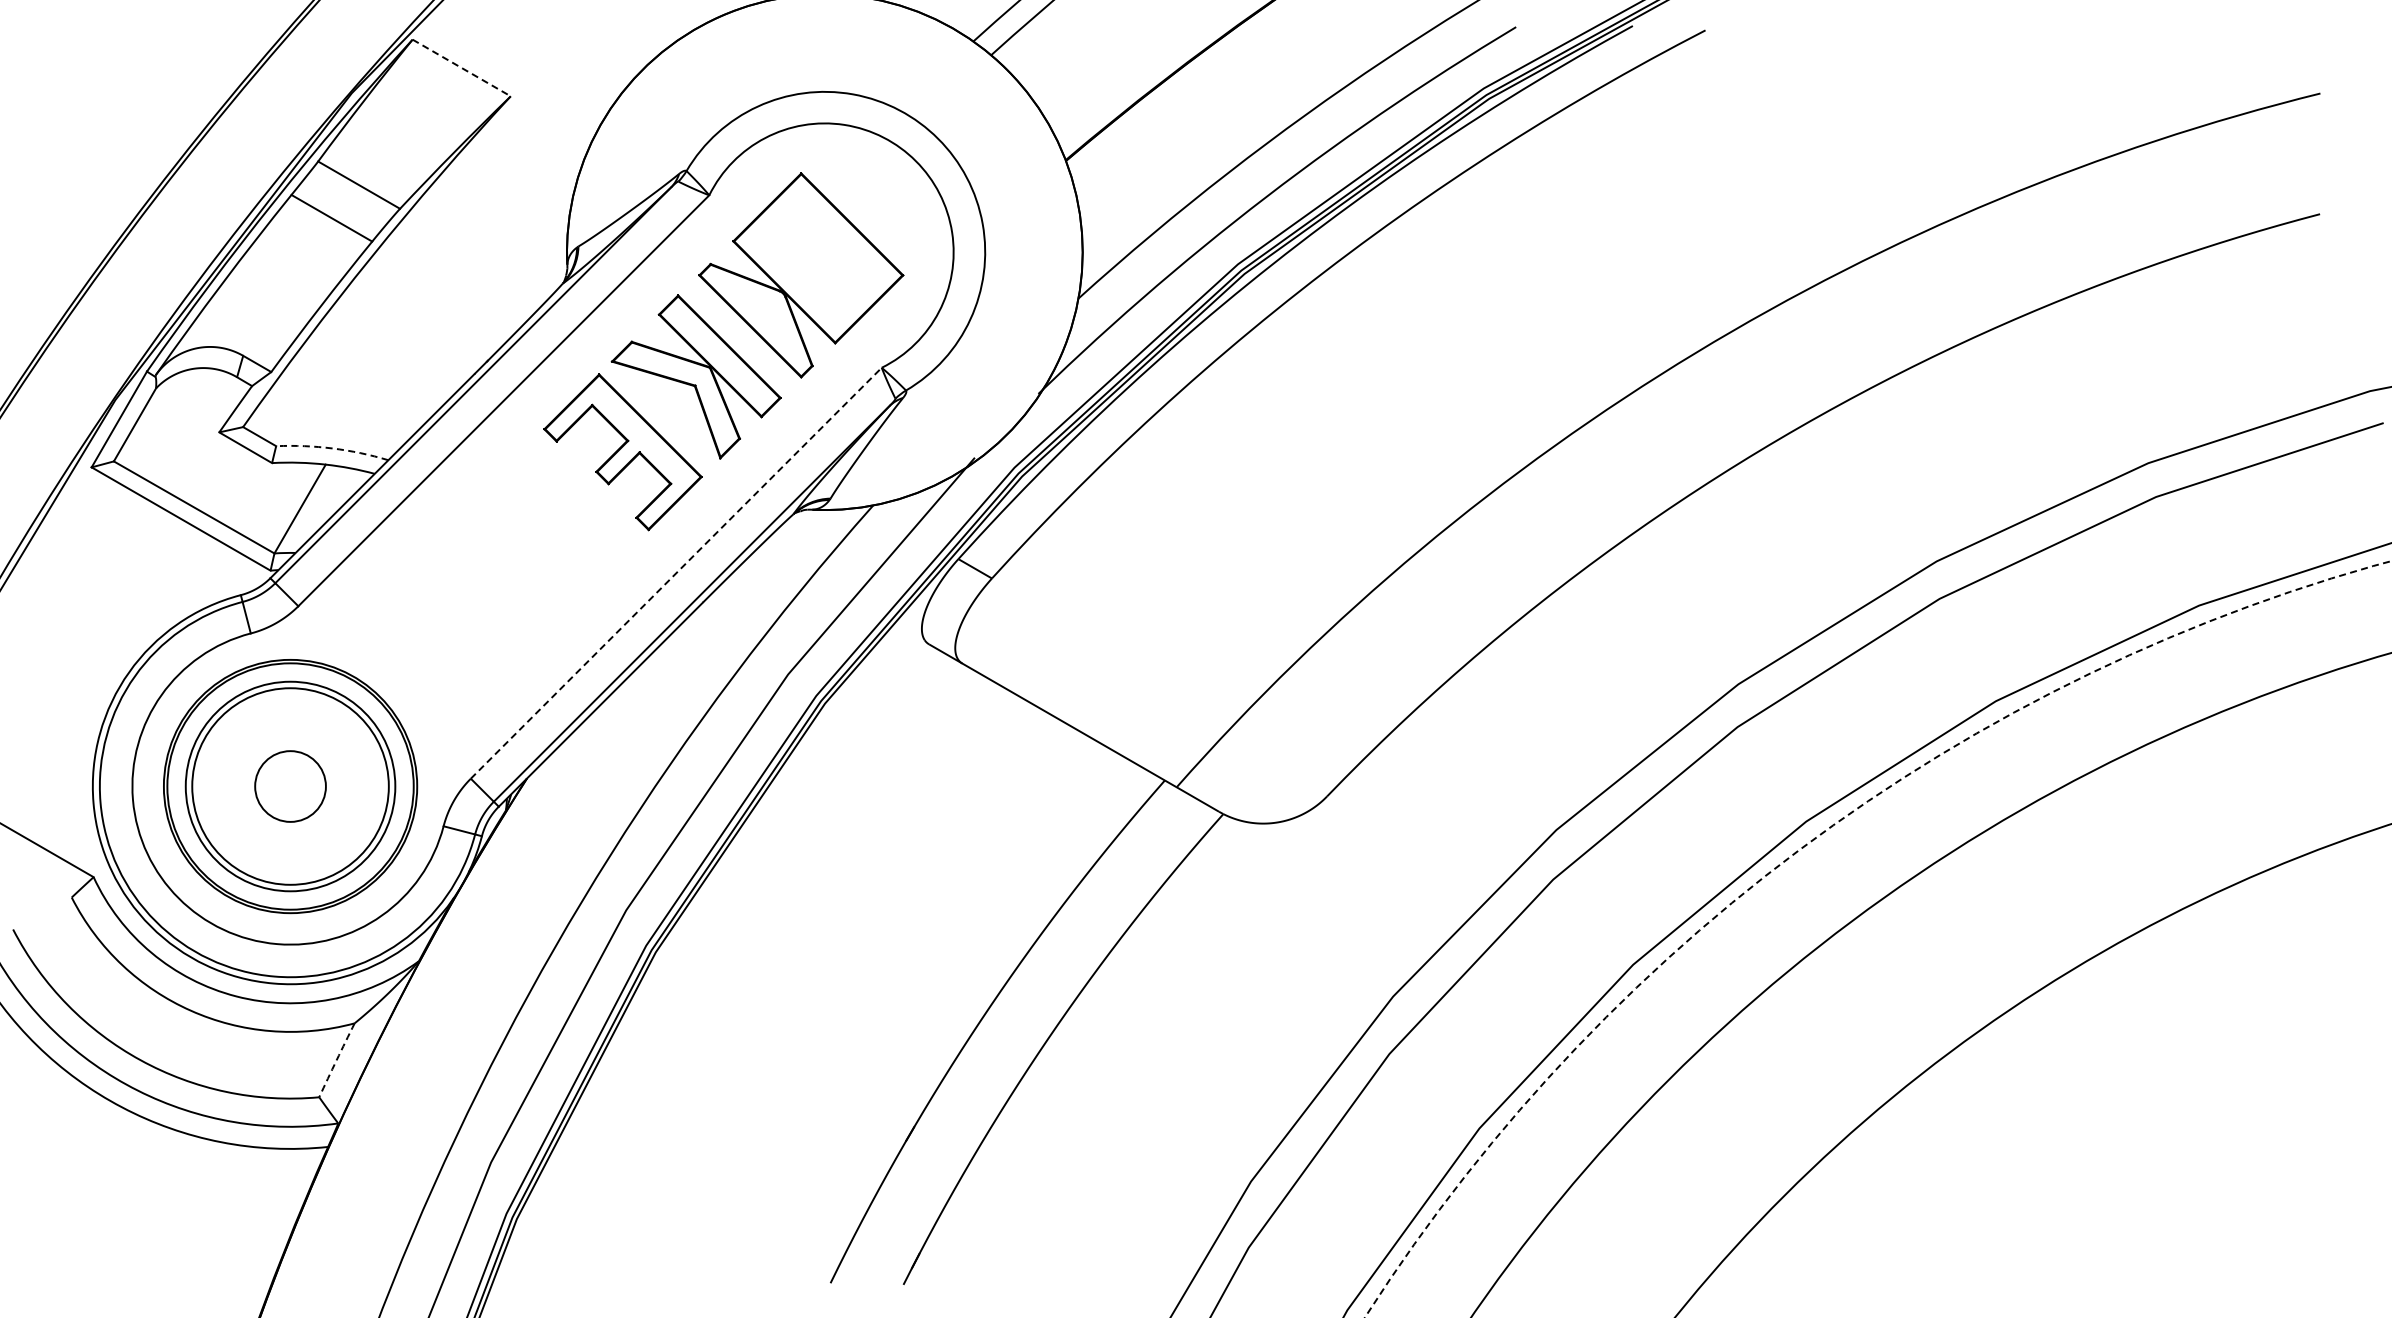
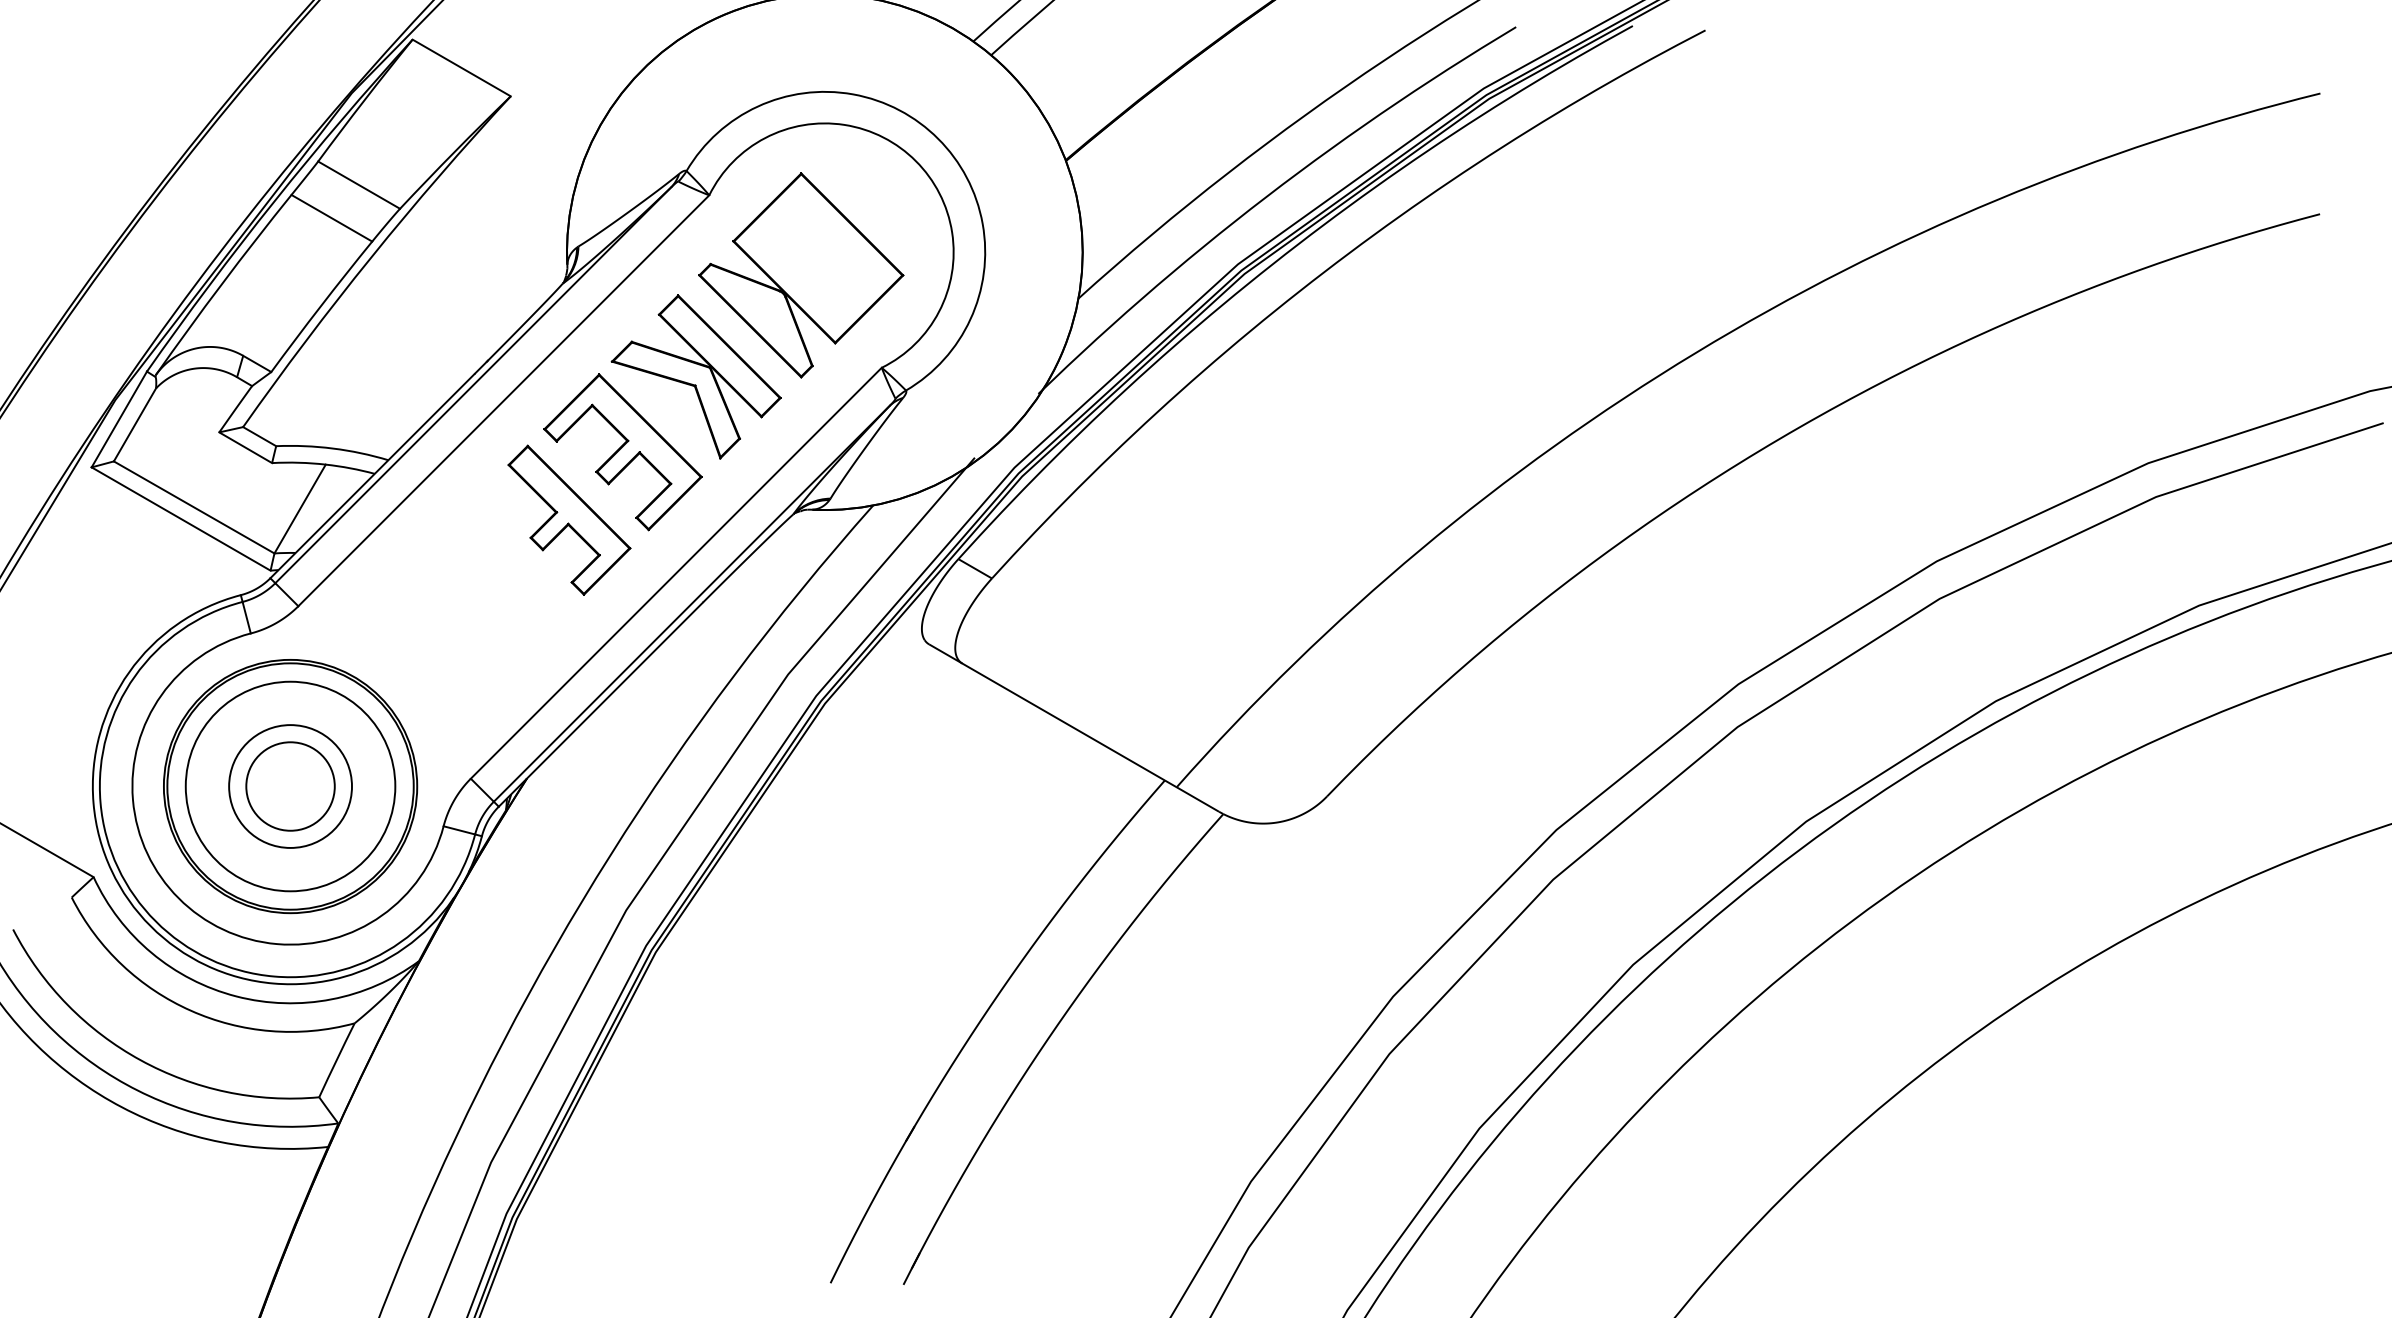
line at (461, 67): dashed -> solid
arc at (332, 448): dashed -> solid
part at (569, 519): none -> present
line at (676, 573): dashed -> solid
circle at (290, 786) diameter: 197 px -> 123 px
circle at (290, 786) diameter: 71 px -> 88 px
circle at (1878, 939): dashed -> solid
arc at (336, 1060): dashed -> solid
